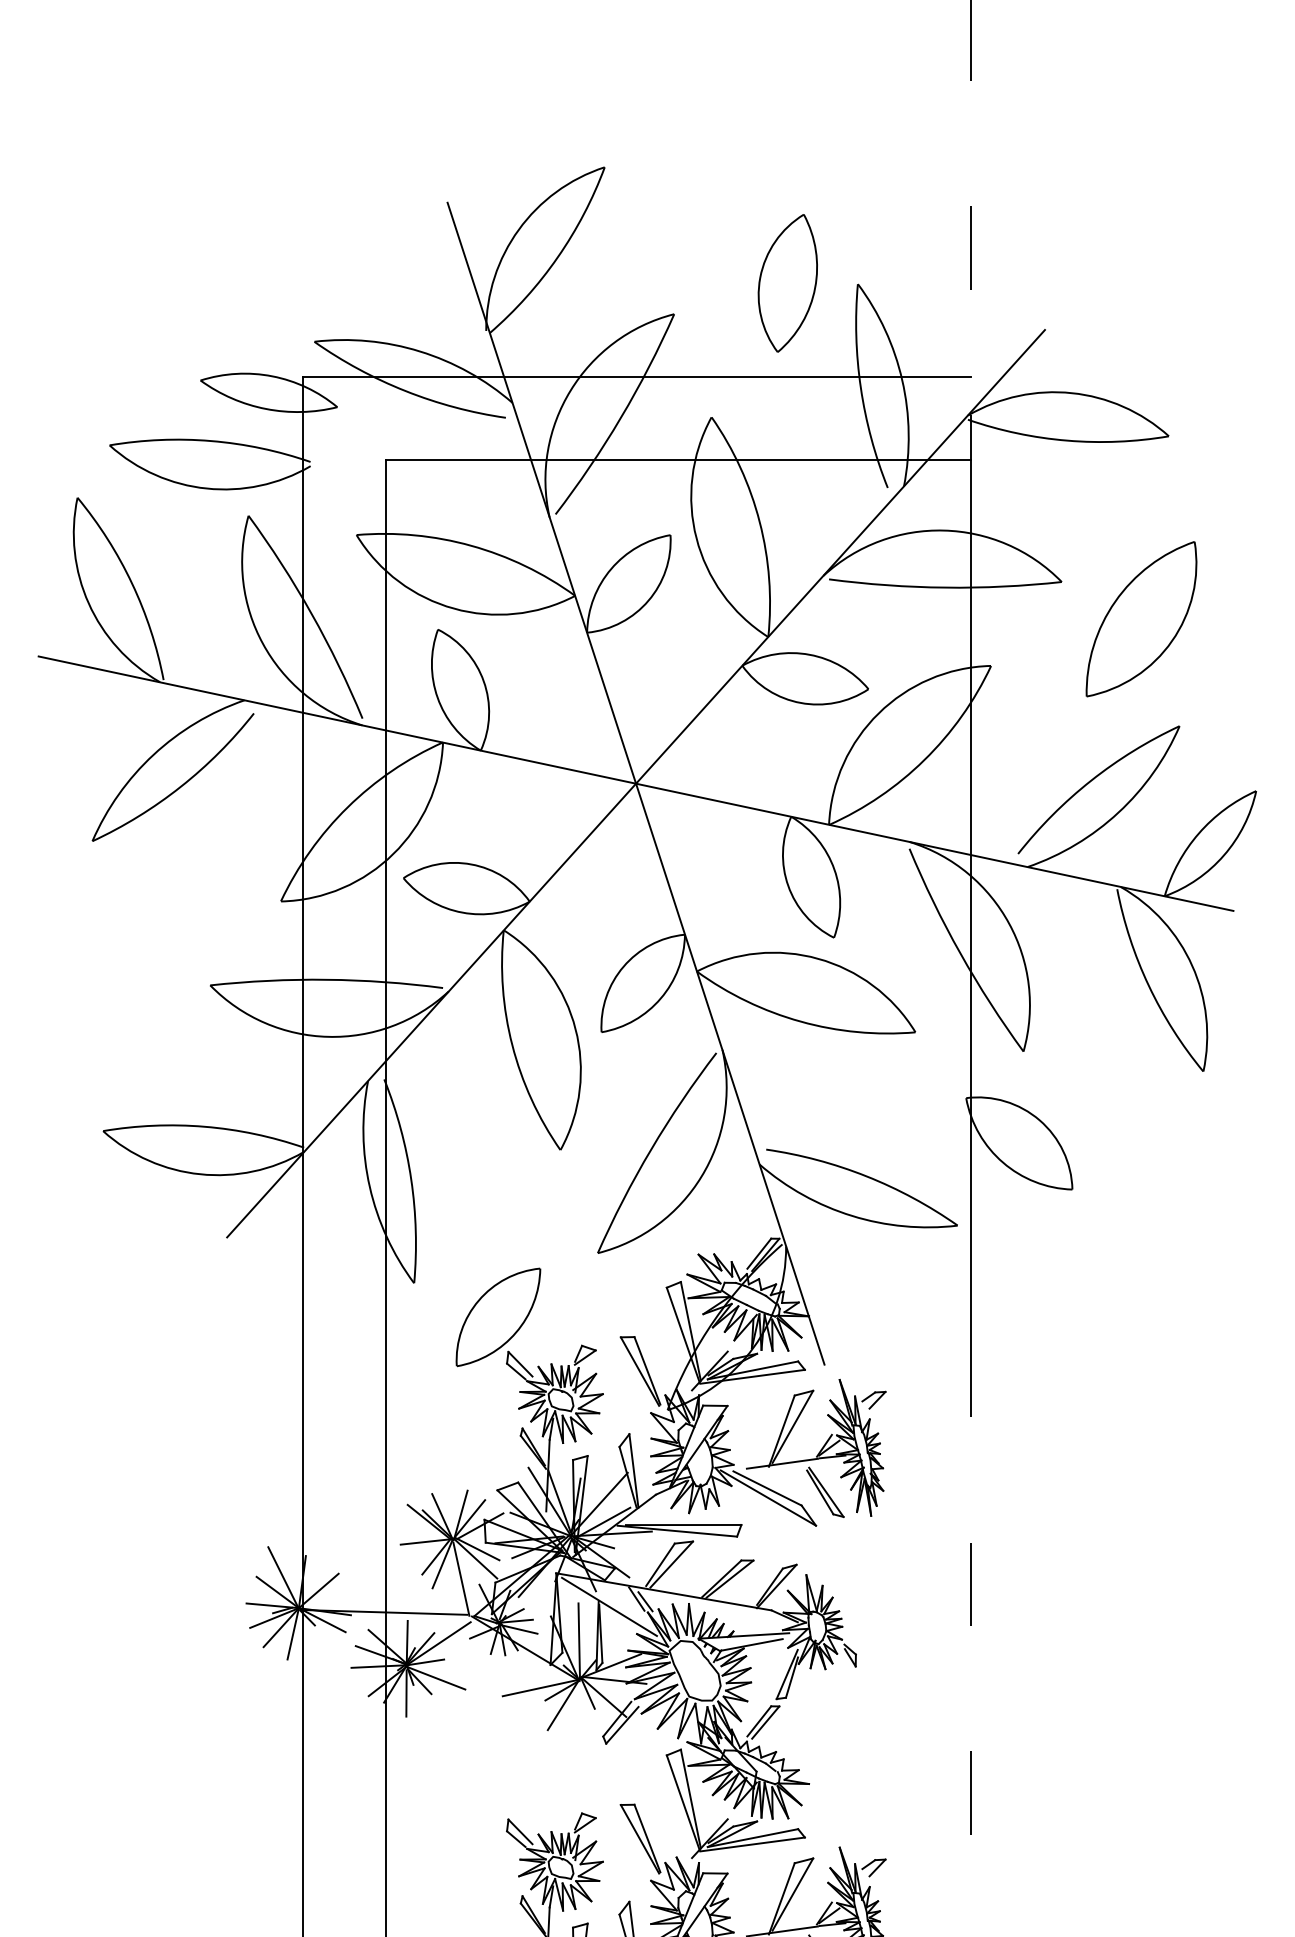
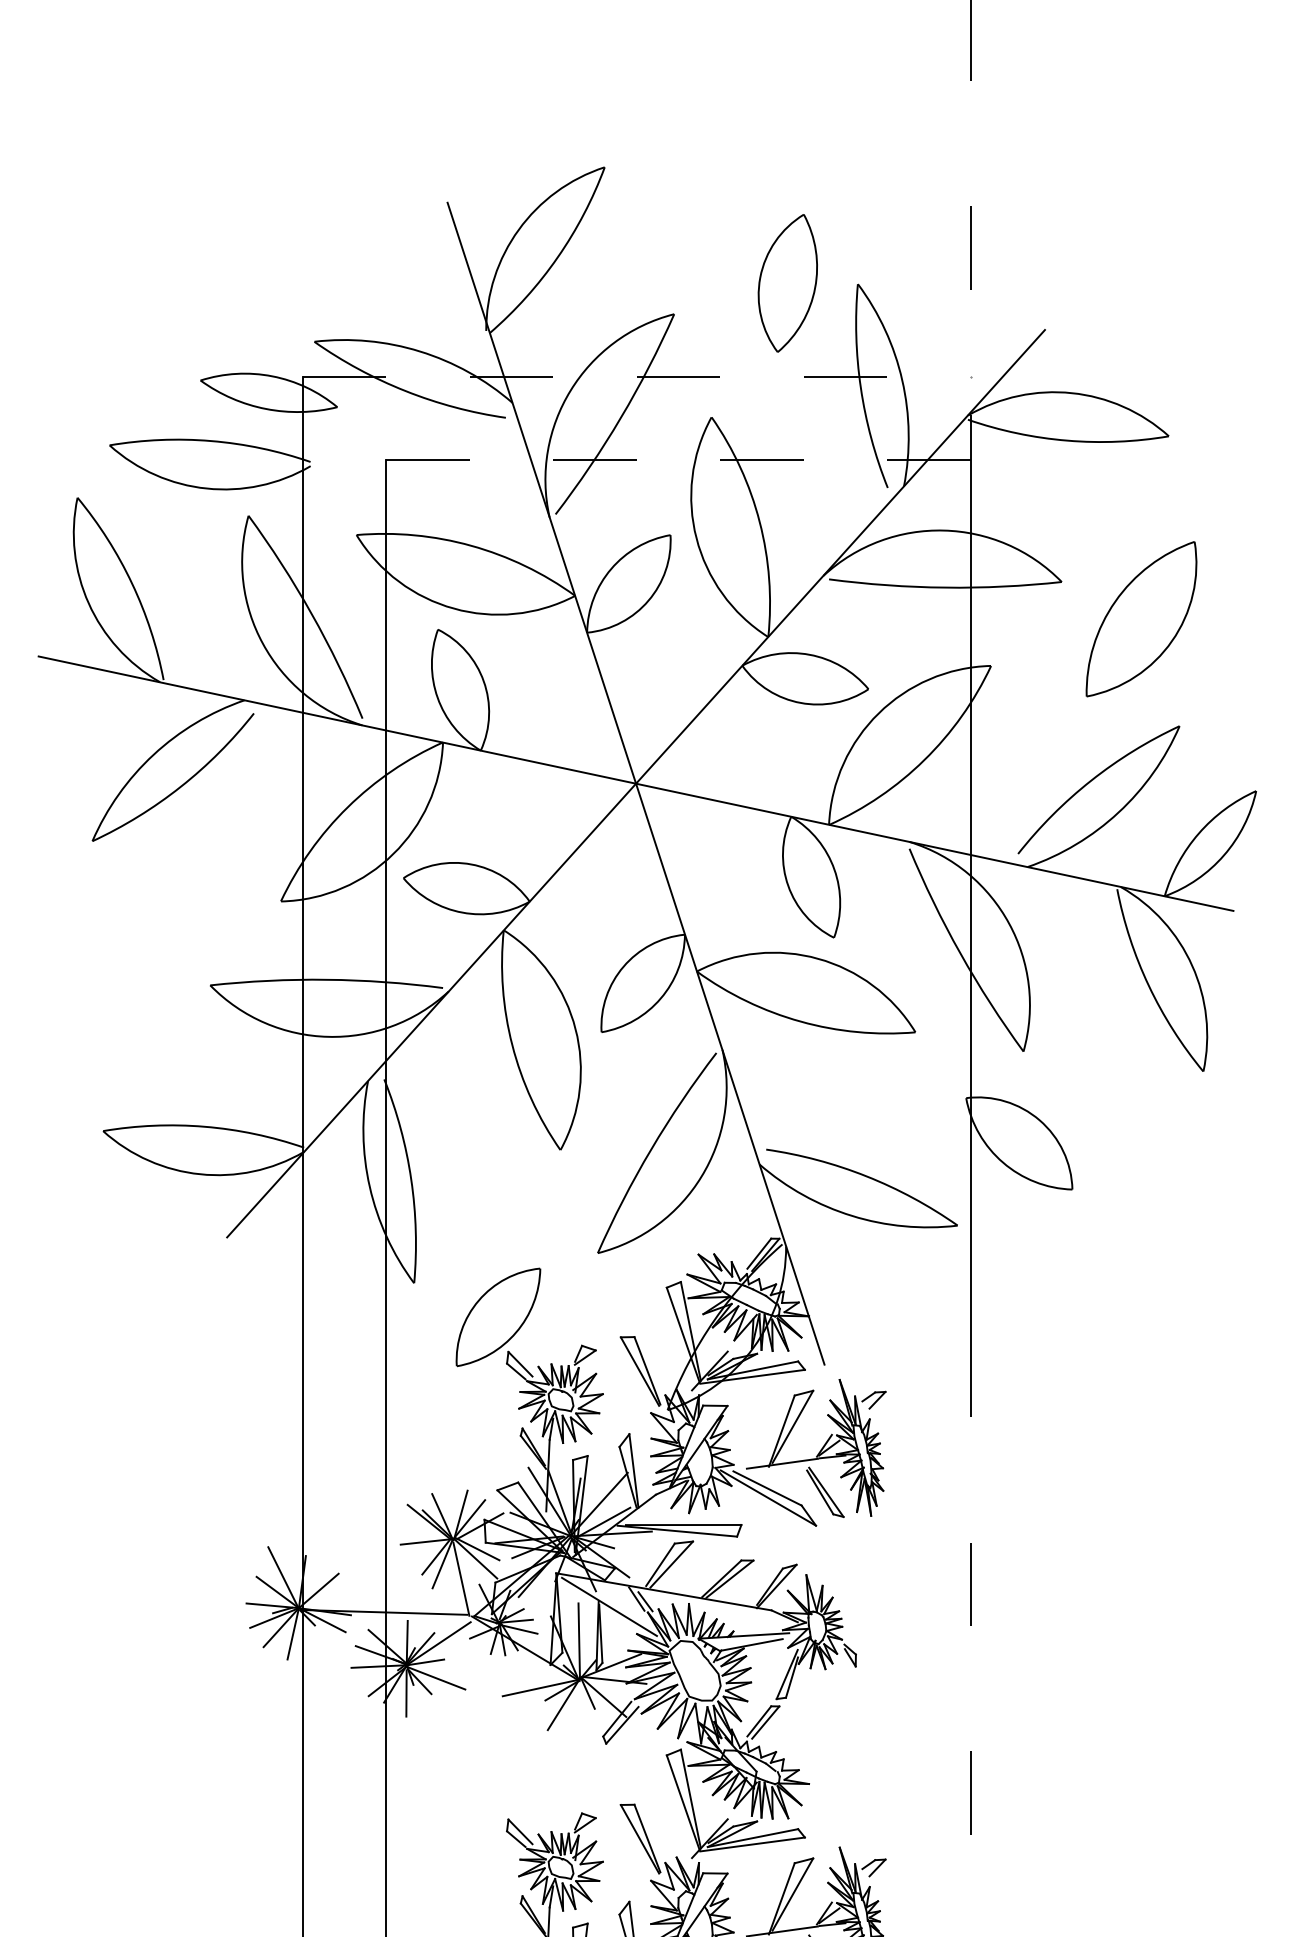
line at (637, 376): solid -> dashed
line at (678, 460): solid -> dashed
